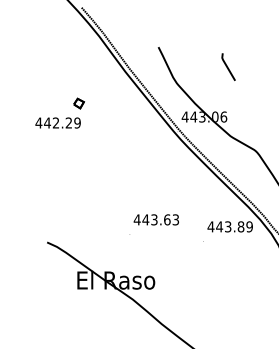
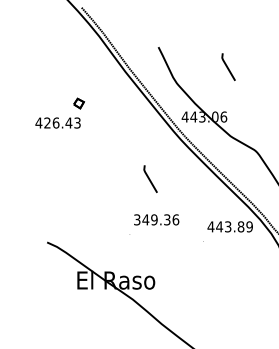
text at (62, 122): 442.29 -> 426.43
line at (149, 178): none -> present
text at (156, 219): 443.63 -> 349.36
